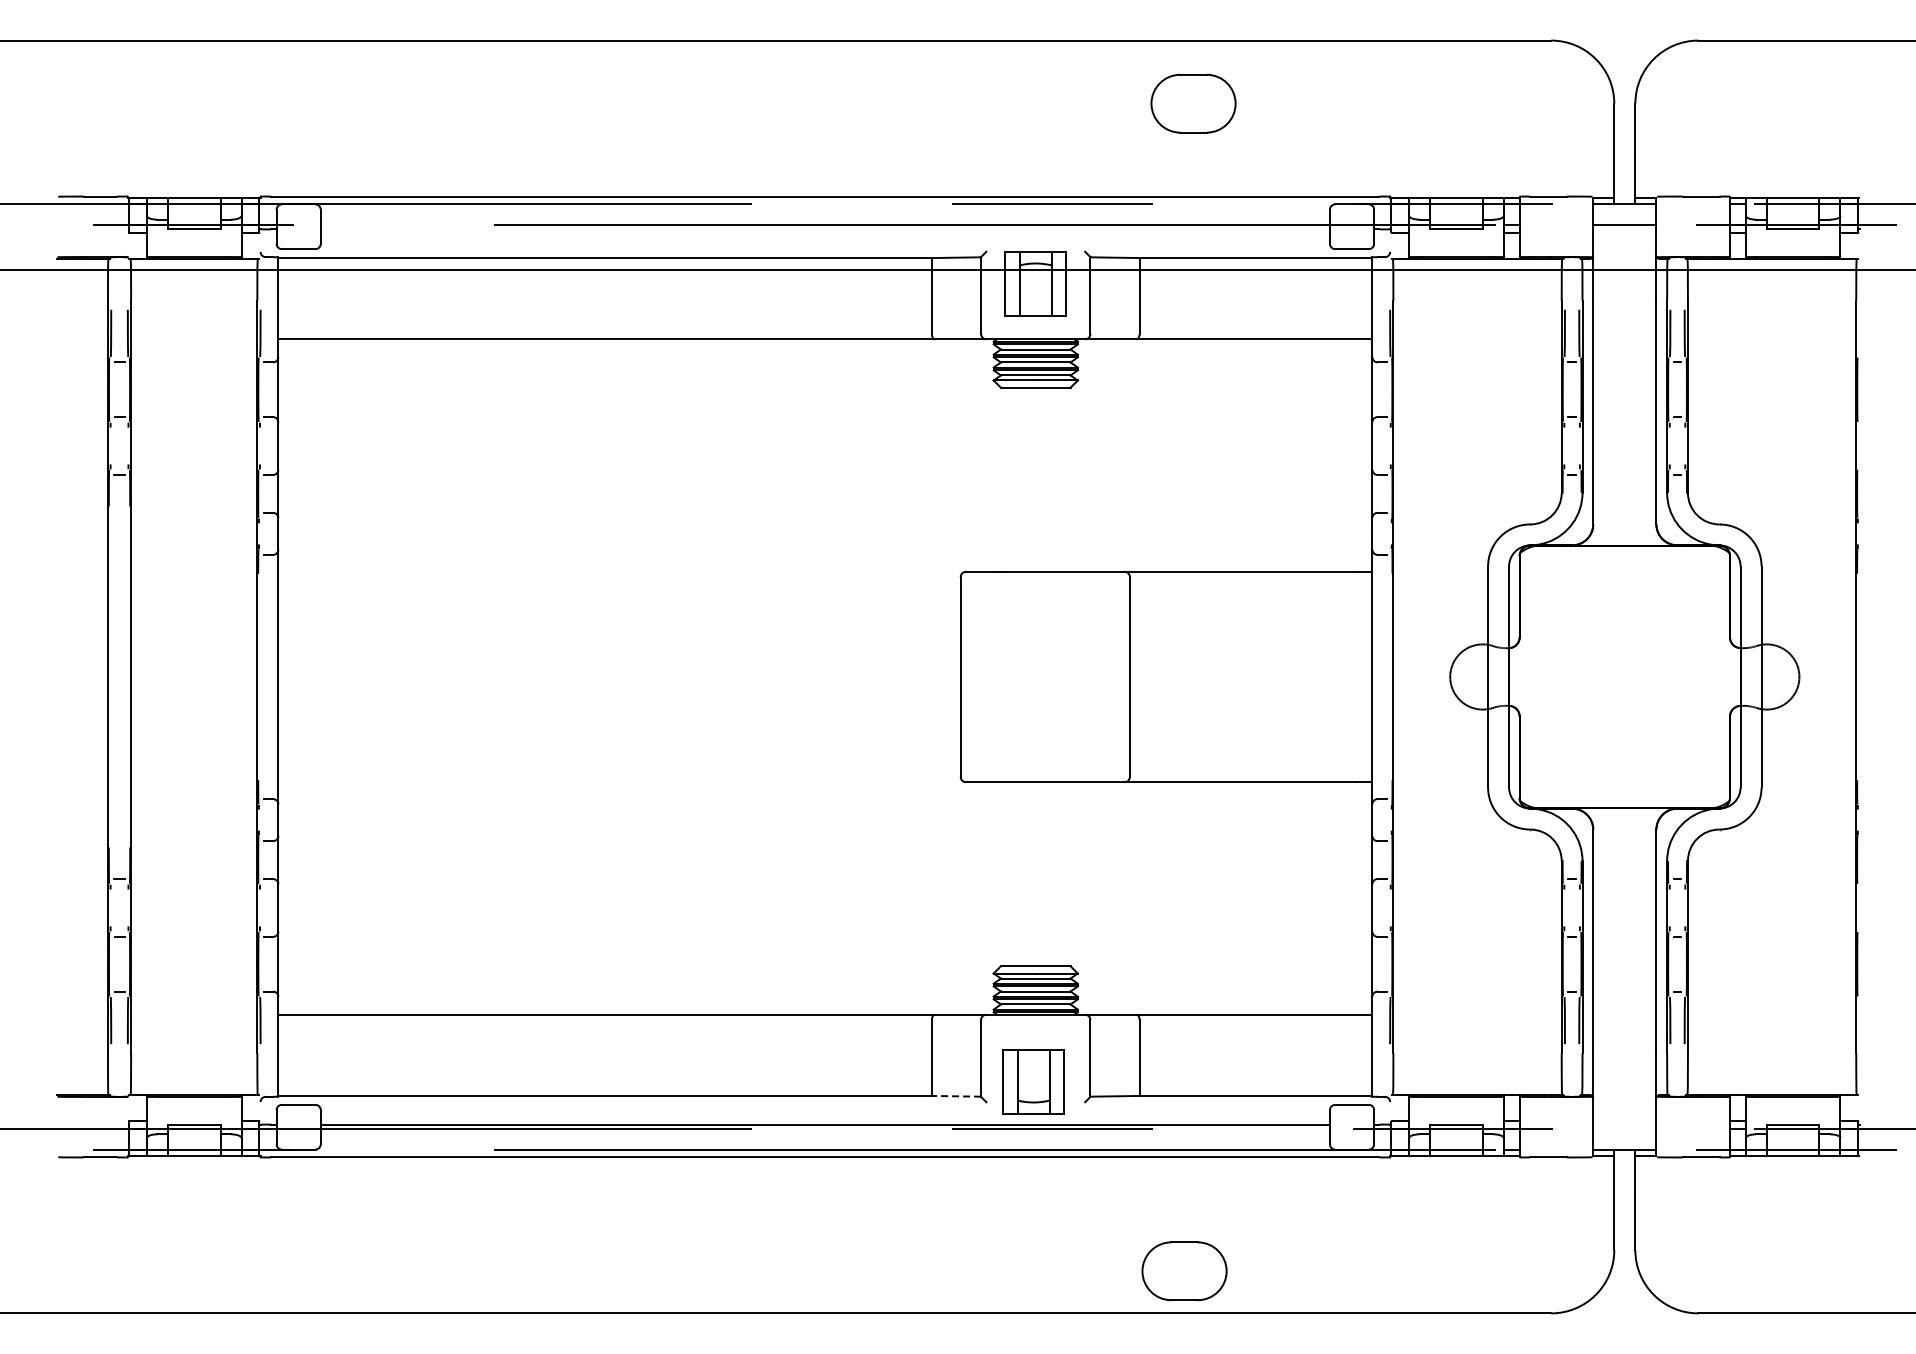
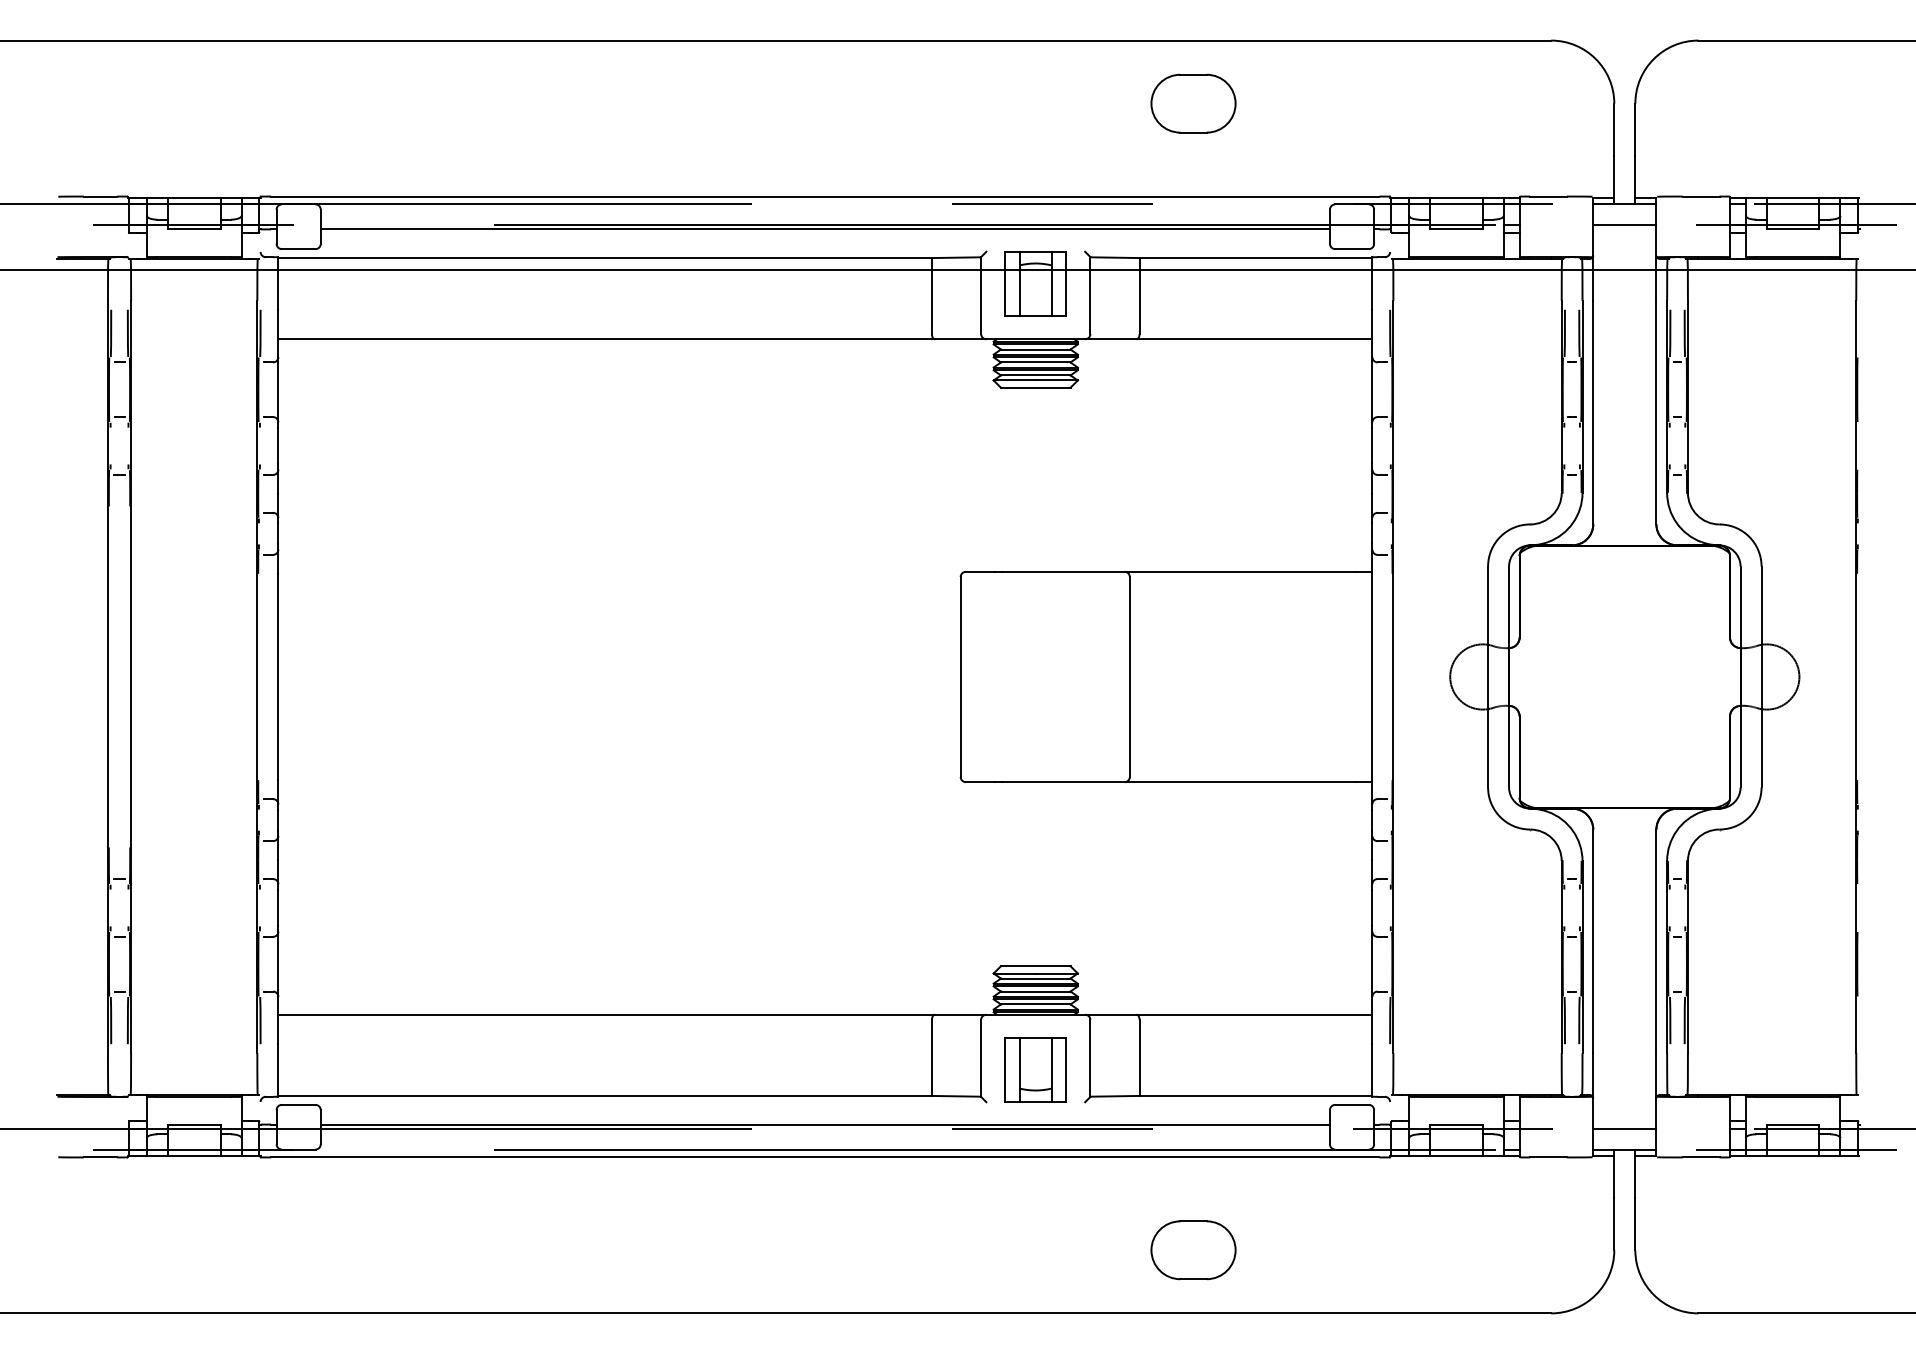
line at (824, 229): none -> present
part at (1033, 1081) position: (1033, 1081) -> (1035, 1069)
line at (956, 1096): dashed -> solid
line at (1624, 1129): none -> present
part at (1184, 1271) position: (1184, 1271) -> (1193, 1250)
